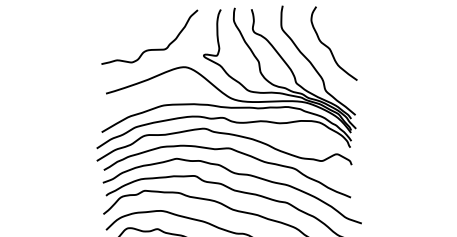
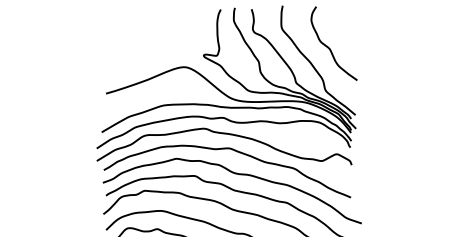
curve at (149, 49): present -> none
